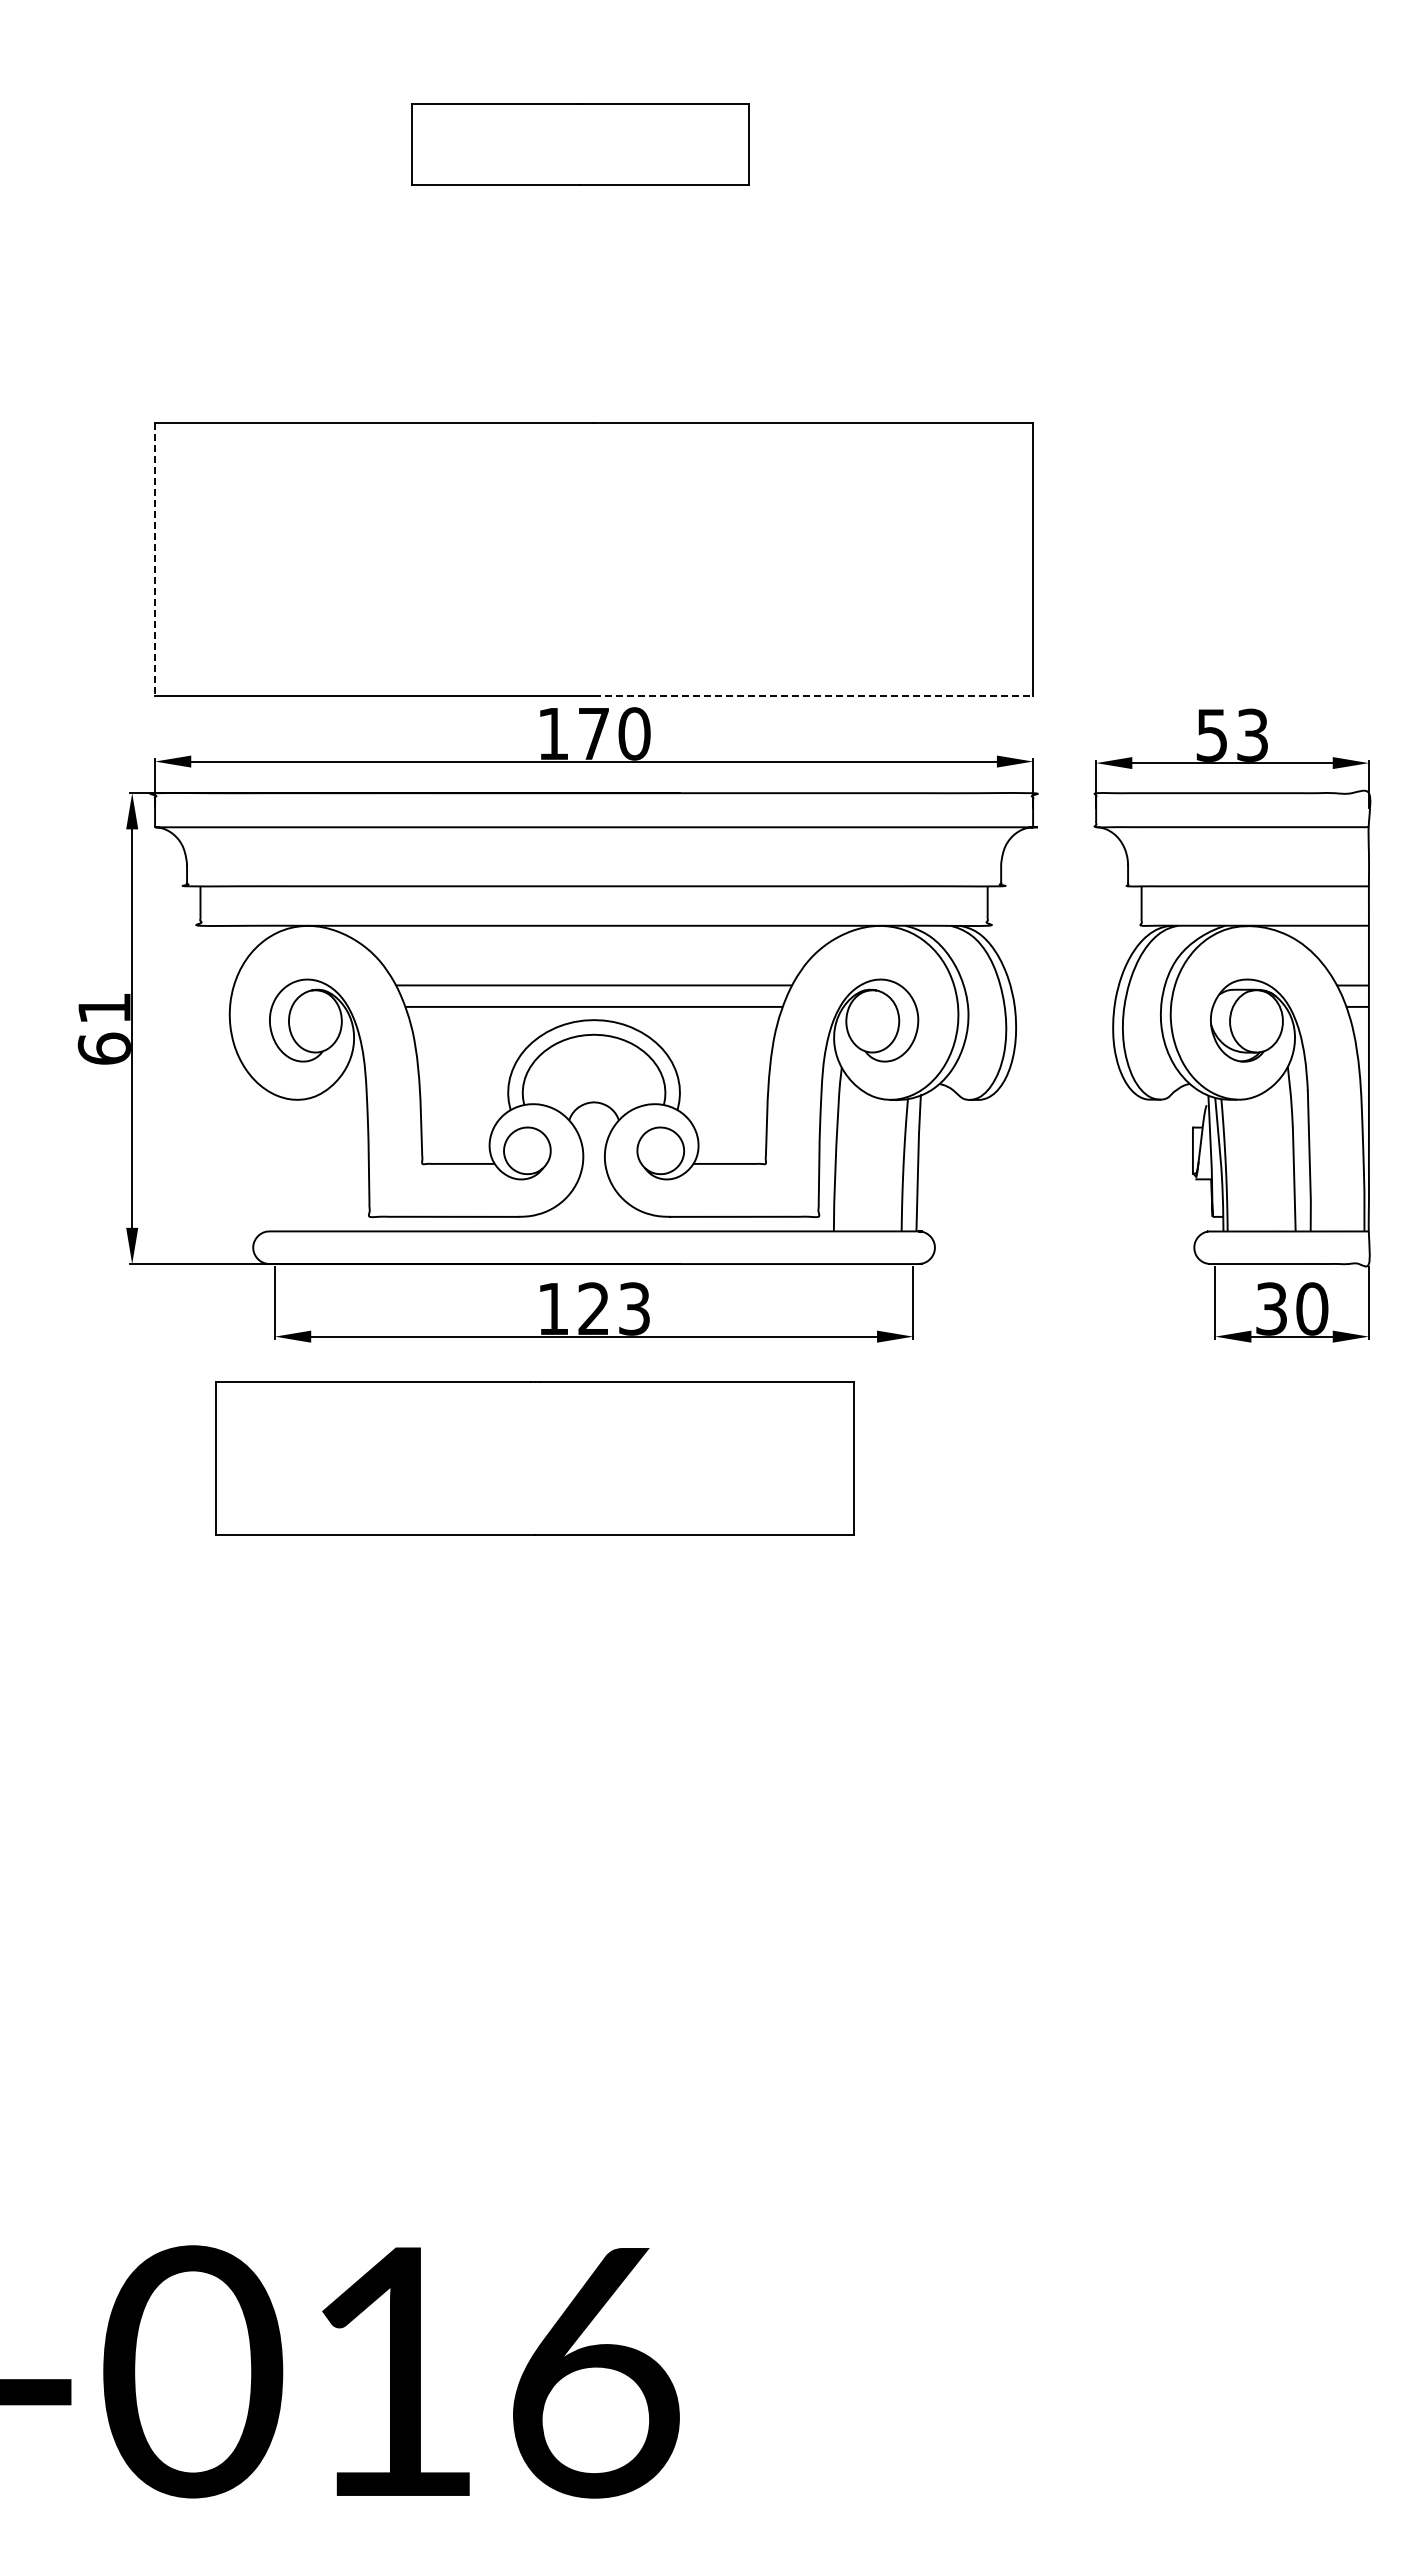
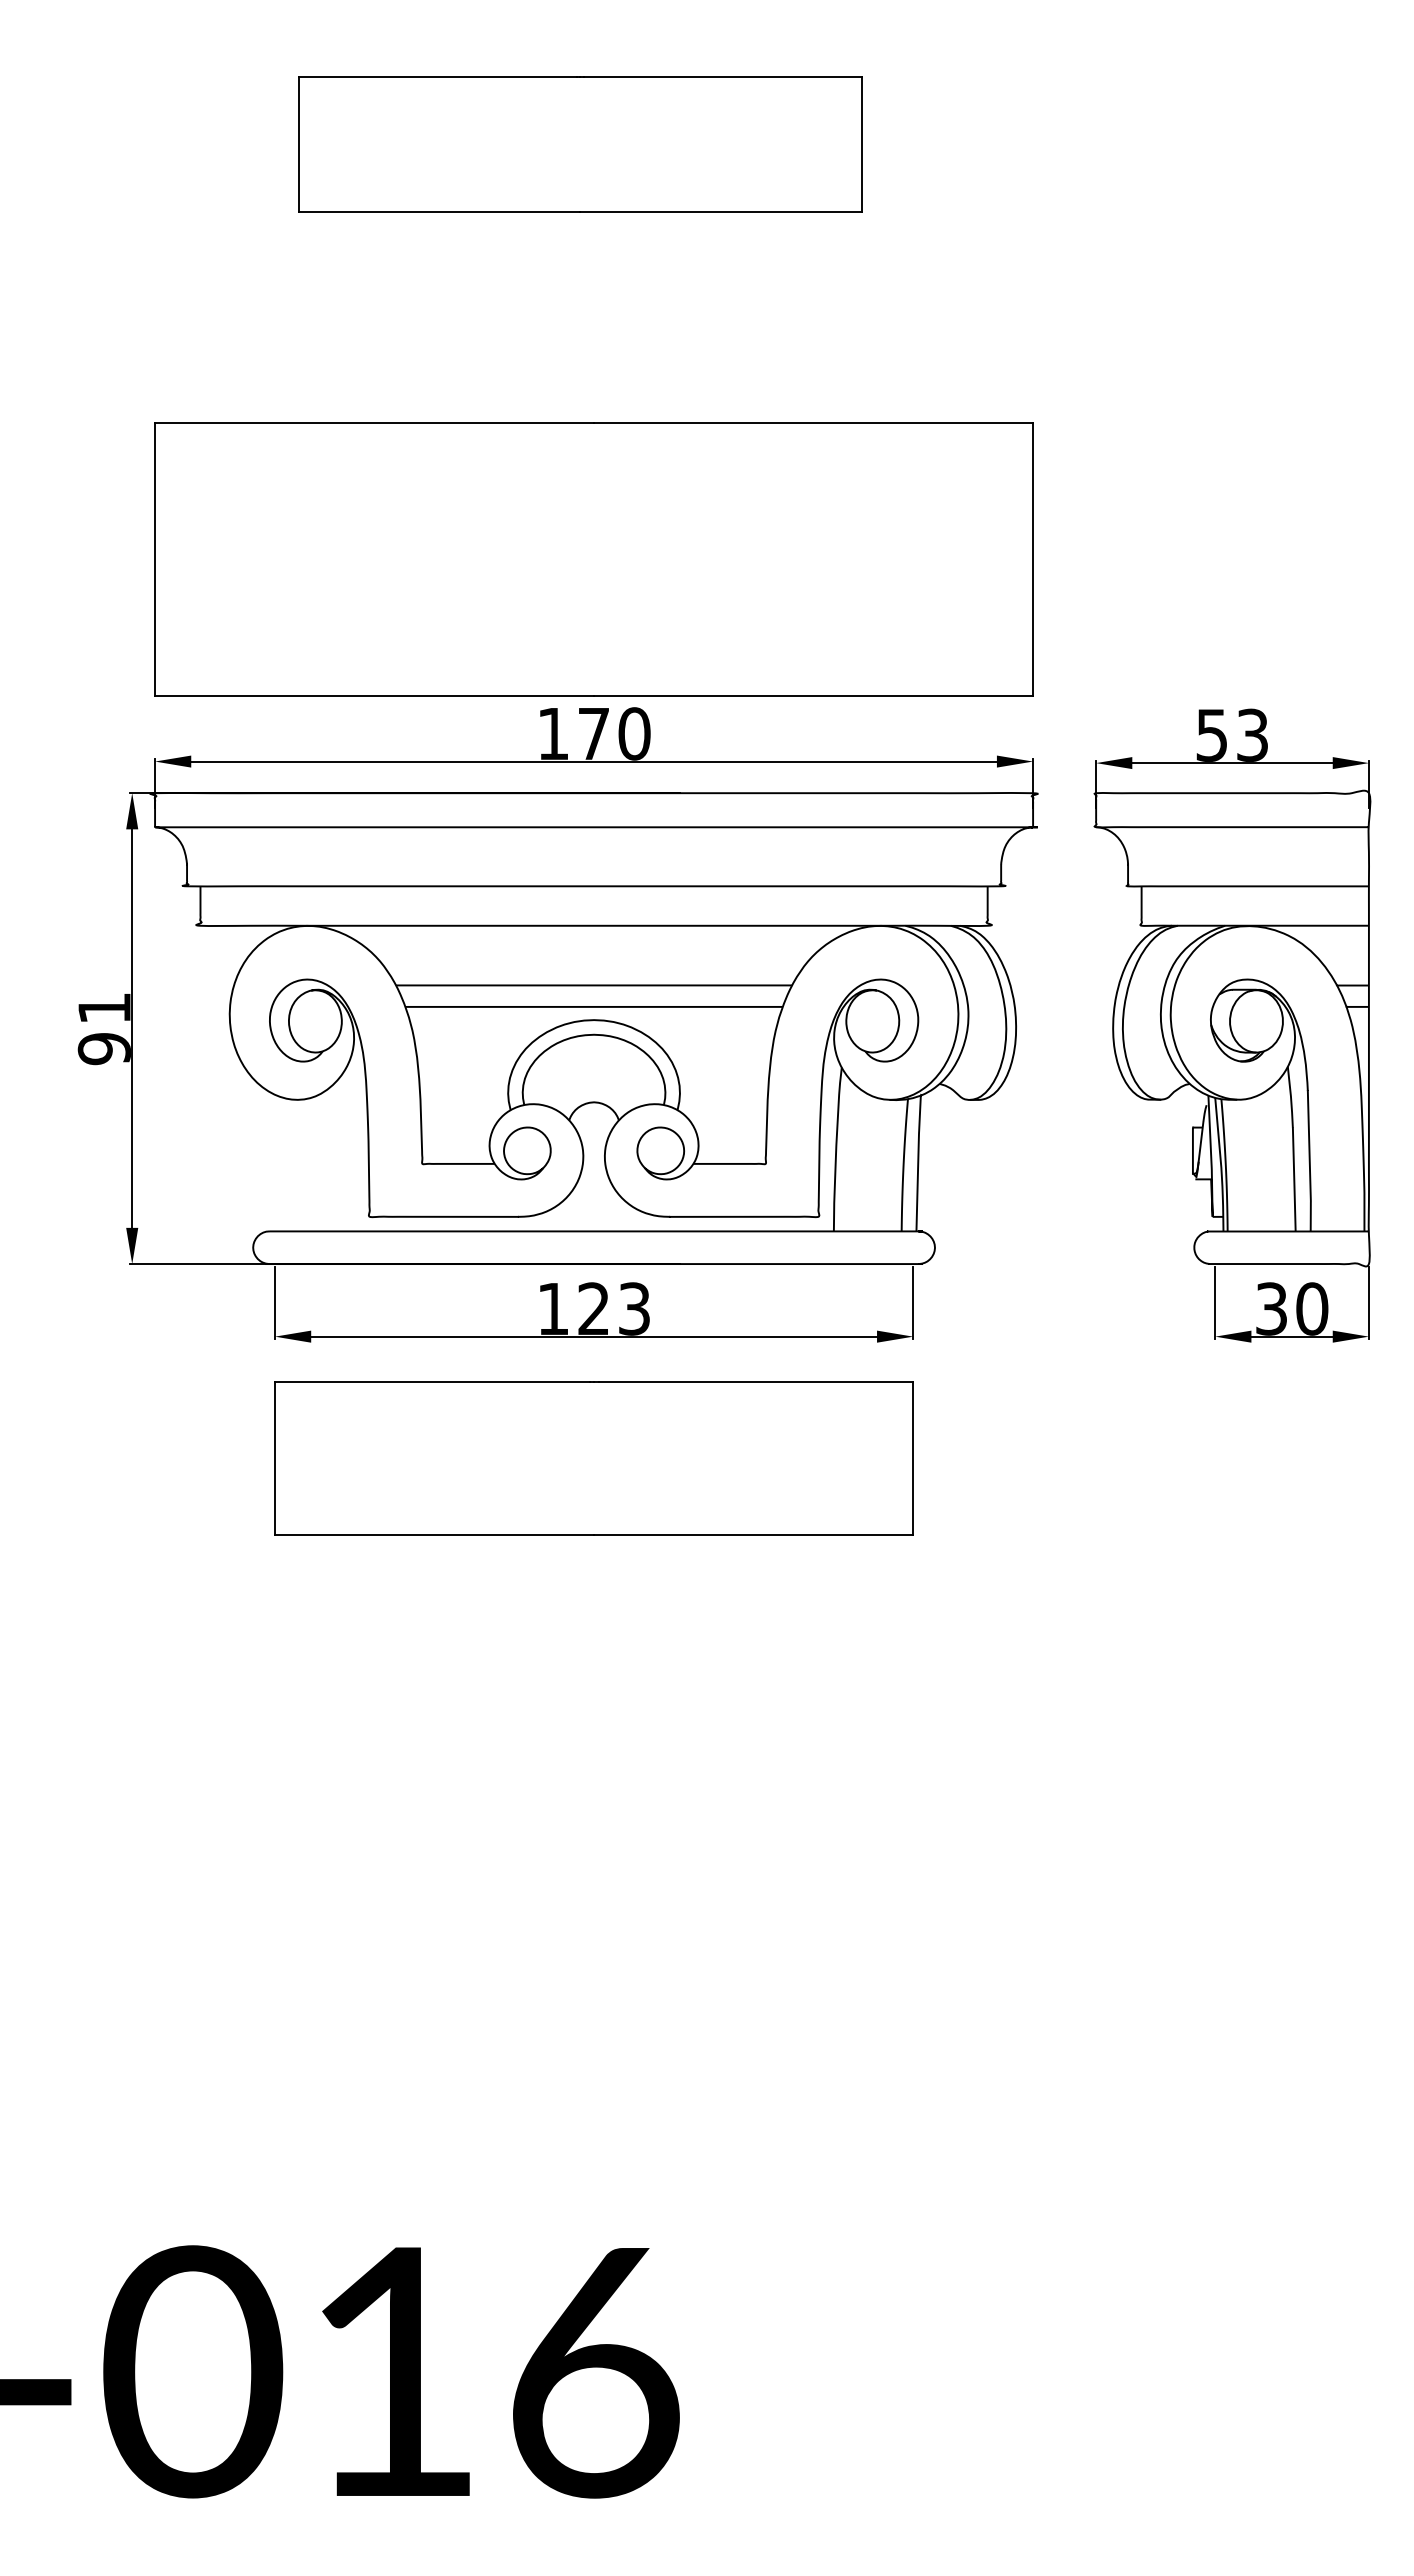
part at (580, 144) size: 339x83 px -> 565x137 px
line at (155, 559): dashed -> solid
line at (814, 695): dashed -> solid
text at (103, 1048): 61 -> 91
part at (534, 1458) position: (534, 1458) -> (593, 1458)
